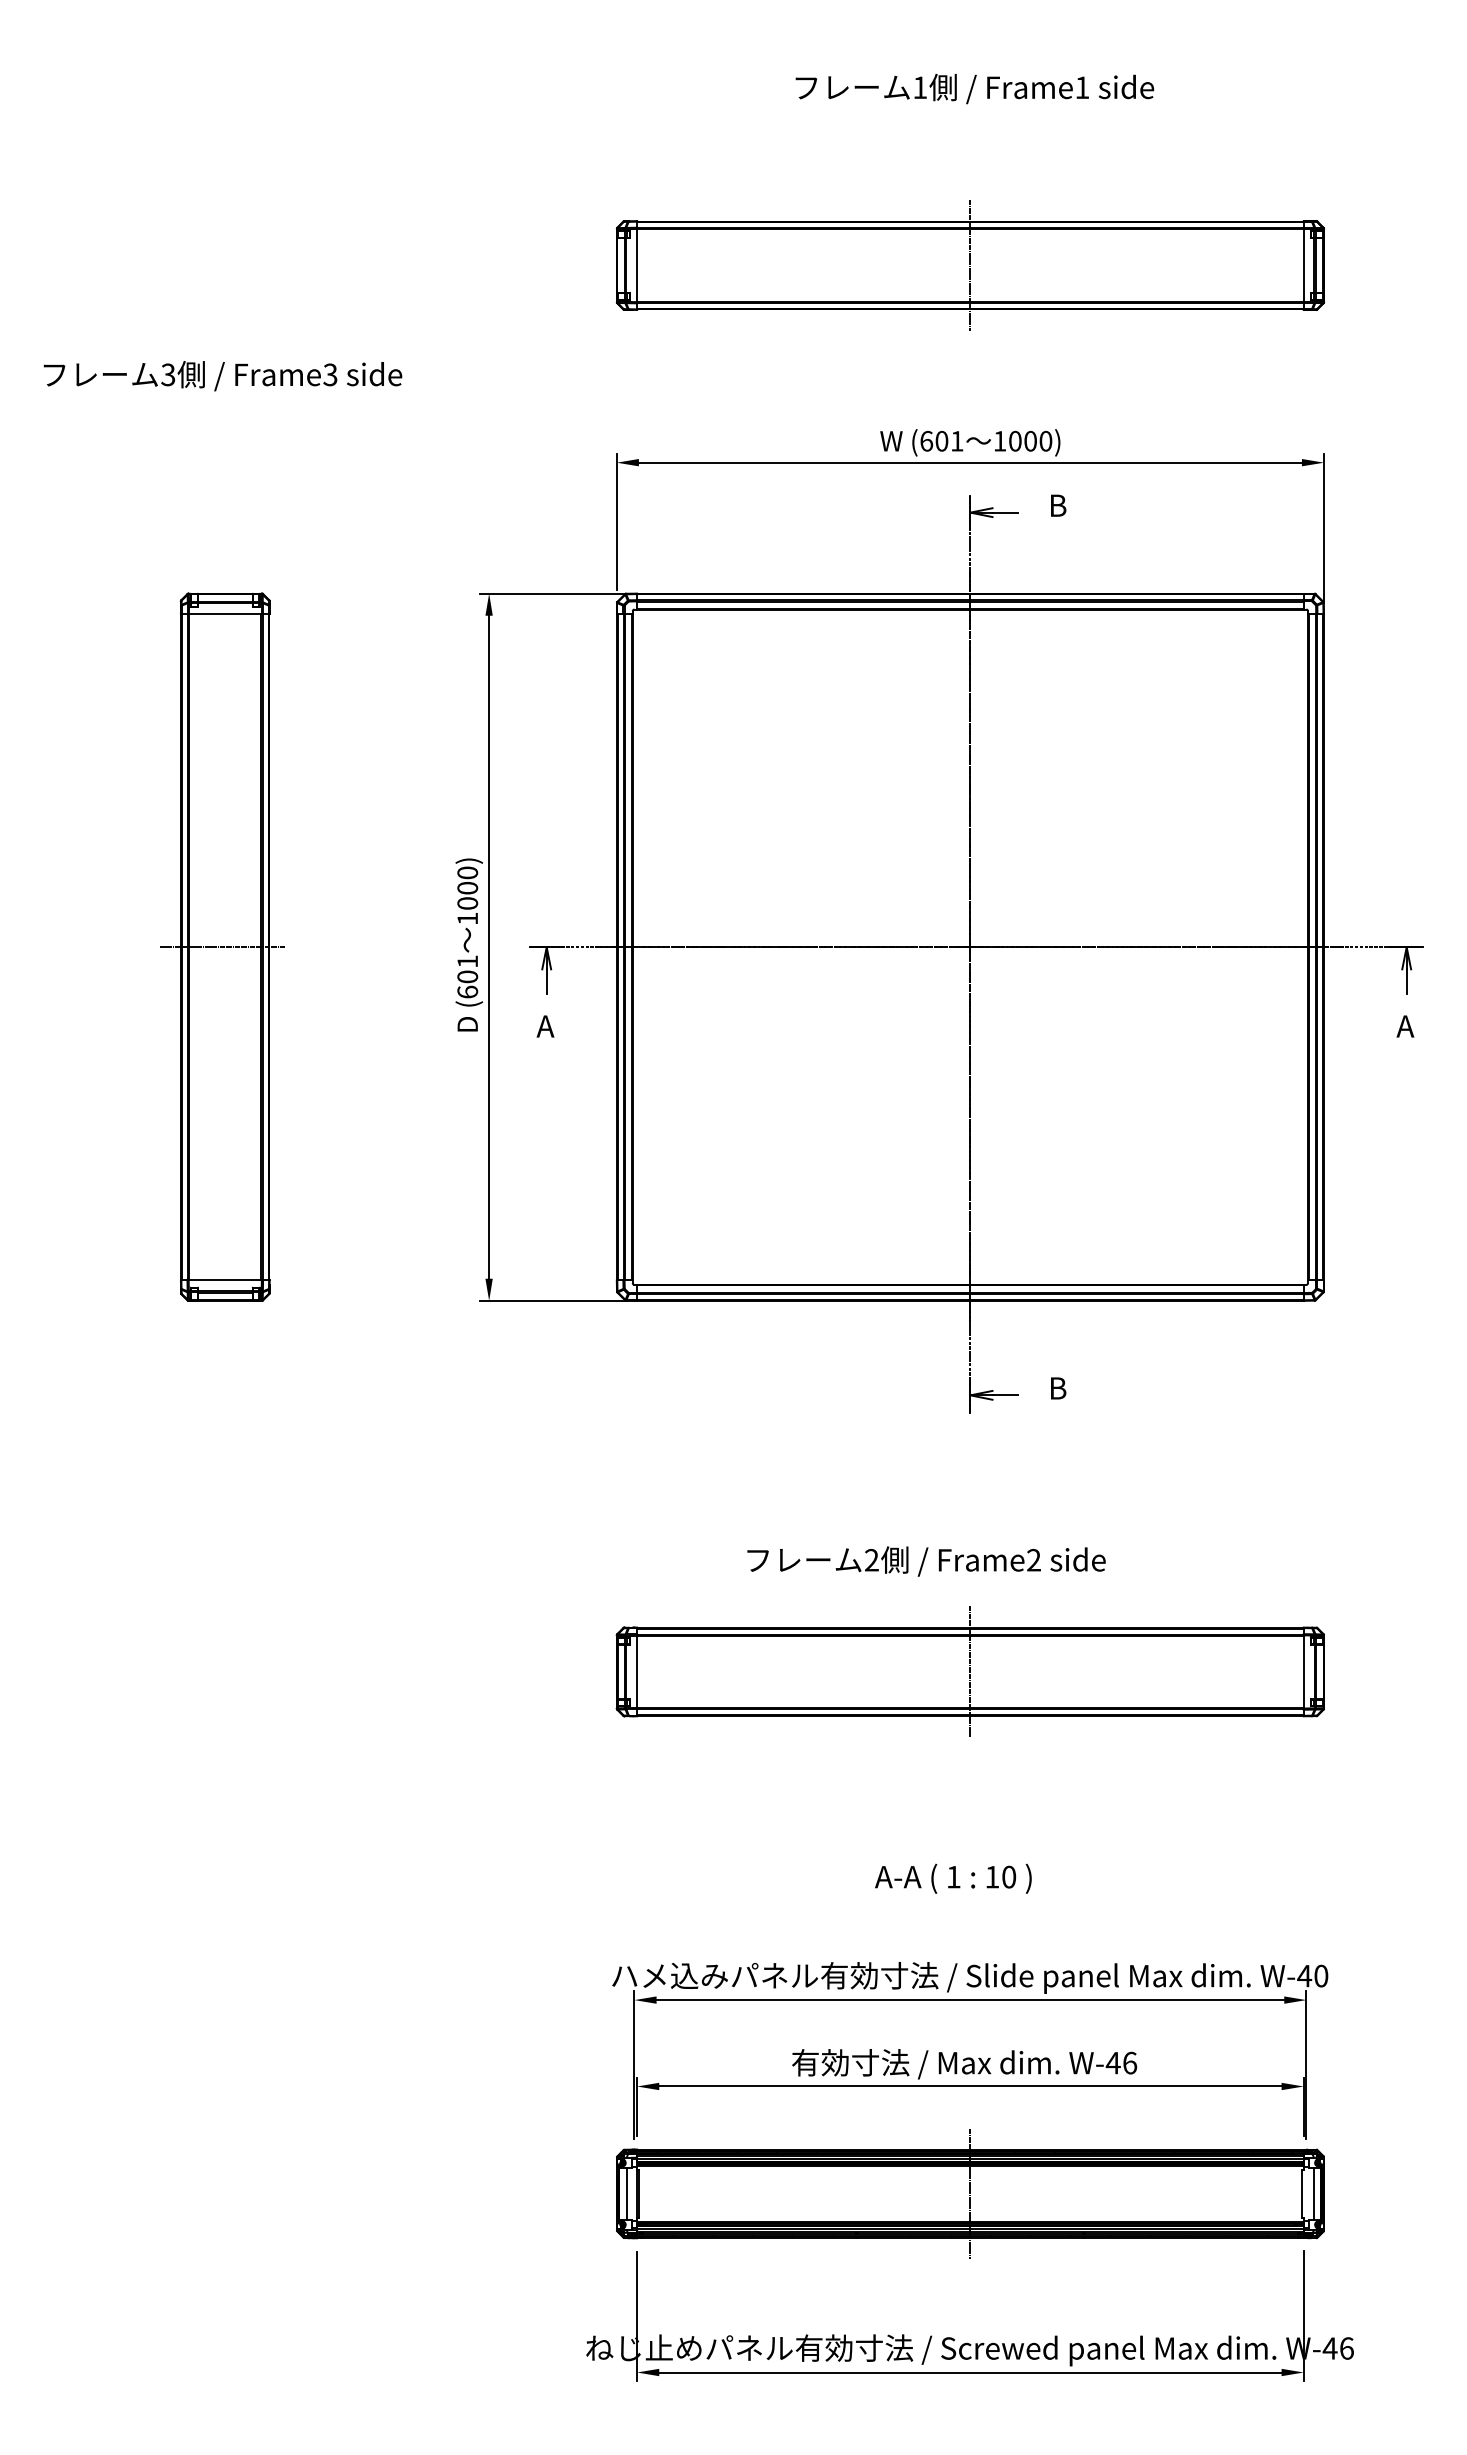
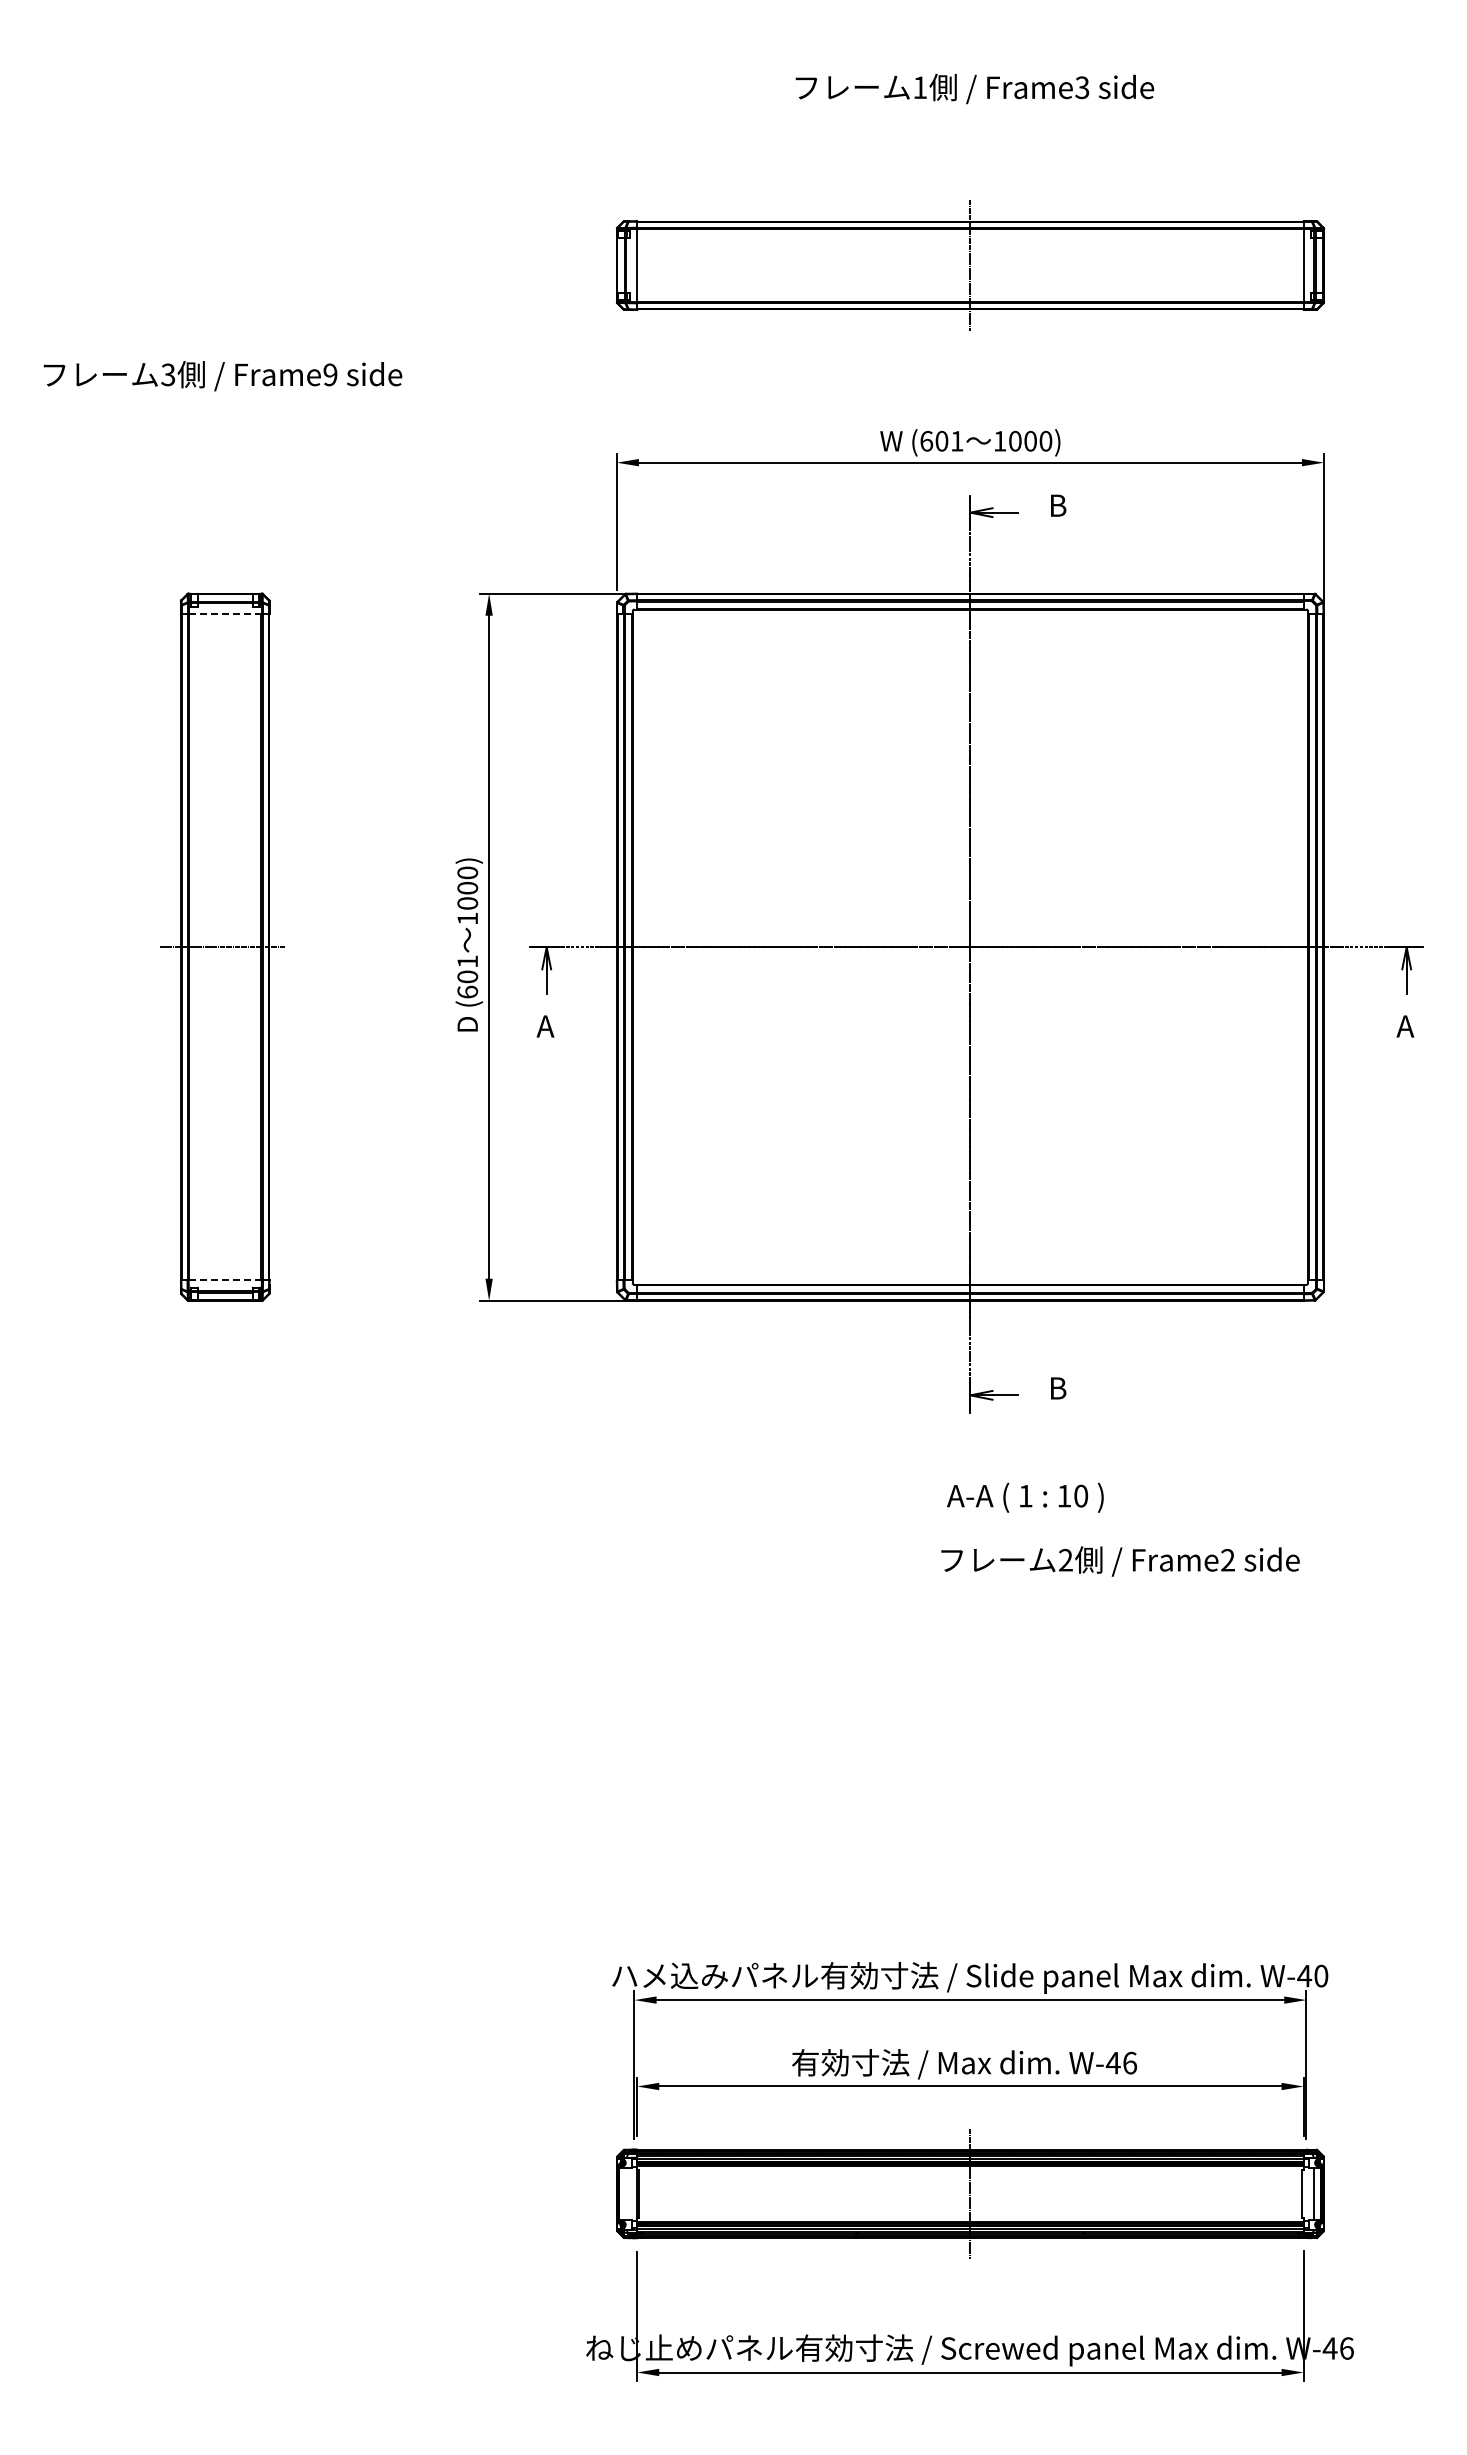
text at (1082, 87): Frame1 -> Frame3
text at (330, 374): Frame3 -> Frame9
line at (224, 613): solid -> dashed
line at (225, 1280): solid -> dashed
text at (926, 1561) position: (926, 1561) -> (1120, 1561)
part at (969, 1671): present -> none
text at (953, 1878) position: (953, 1878) -> (1025, 1497)
line at (626, 2193): present -> none
